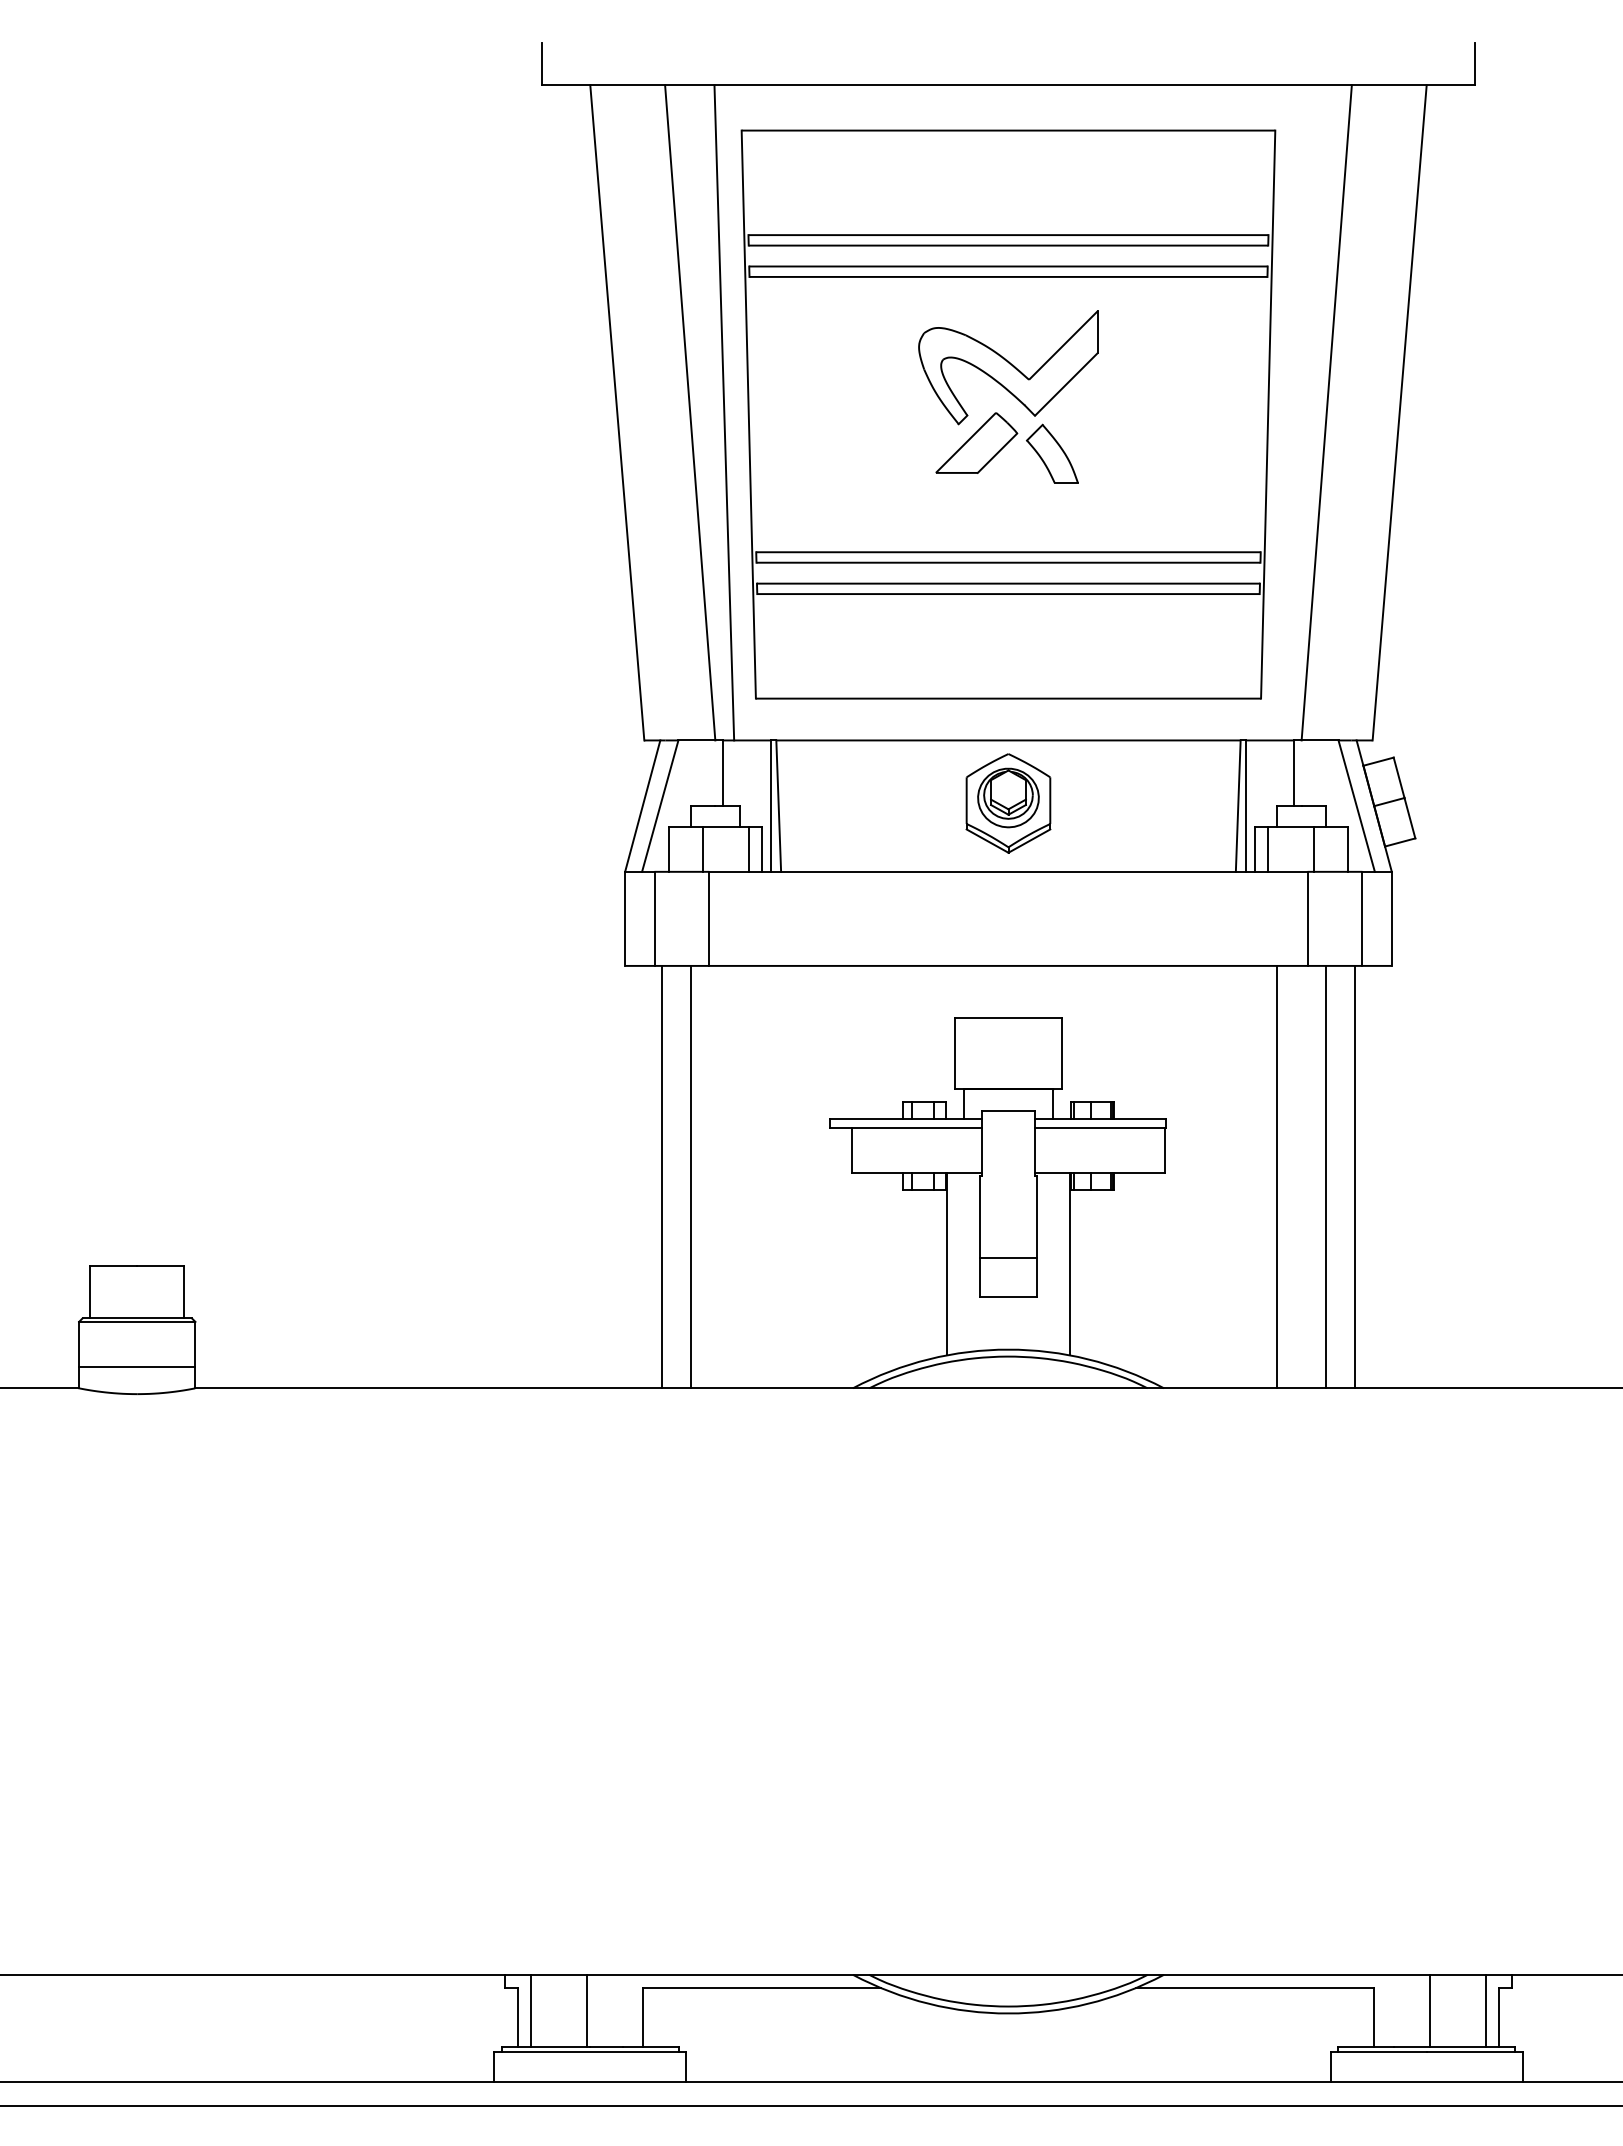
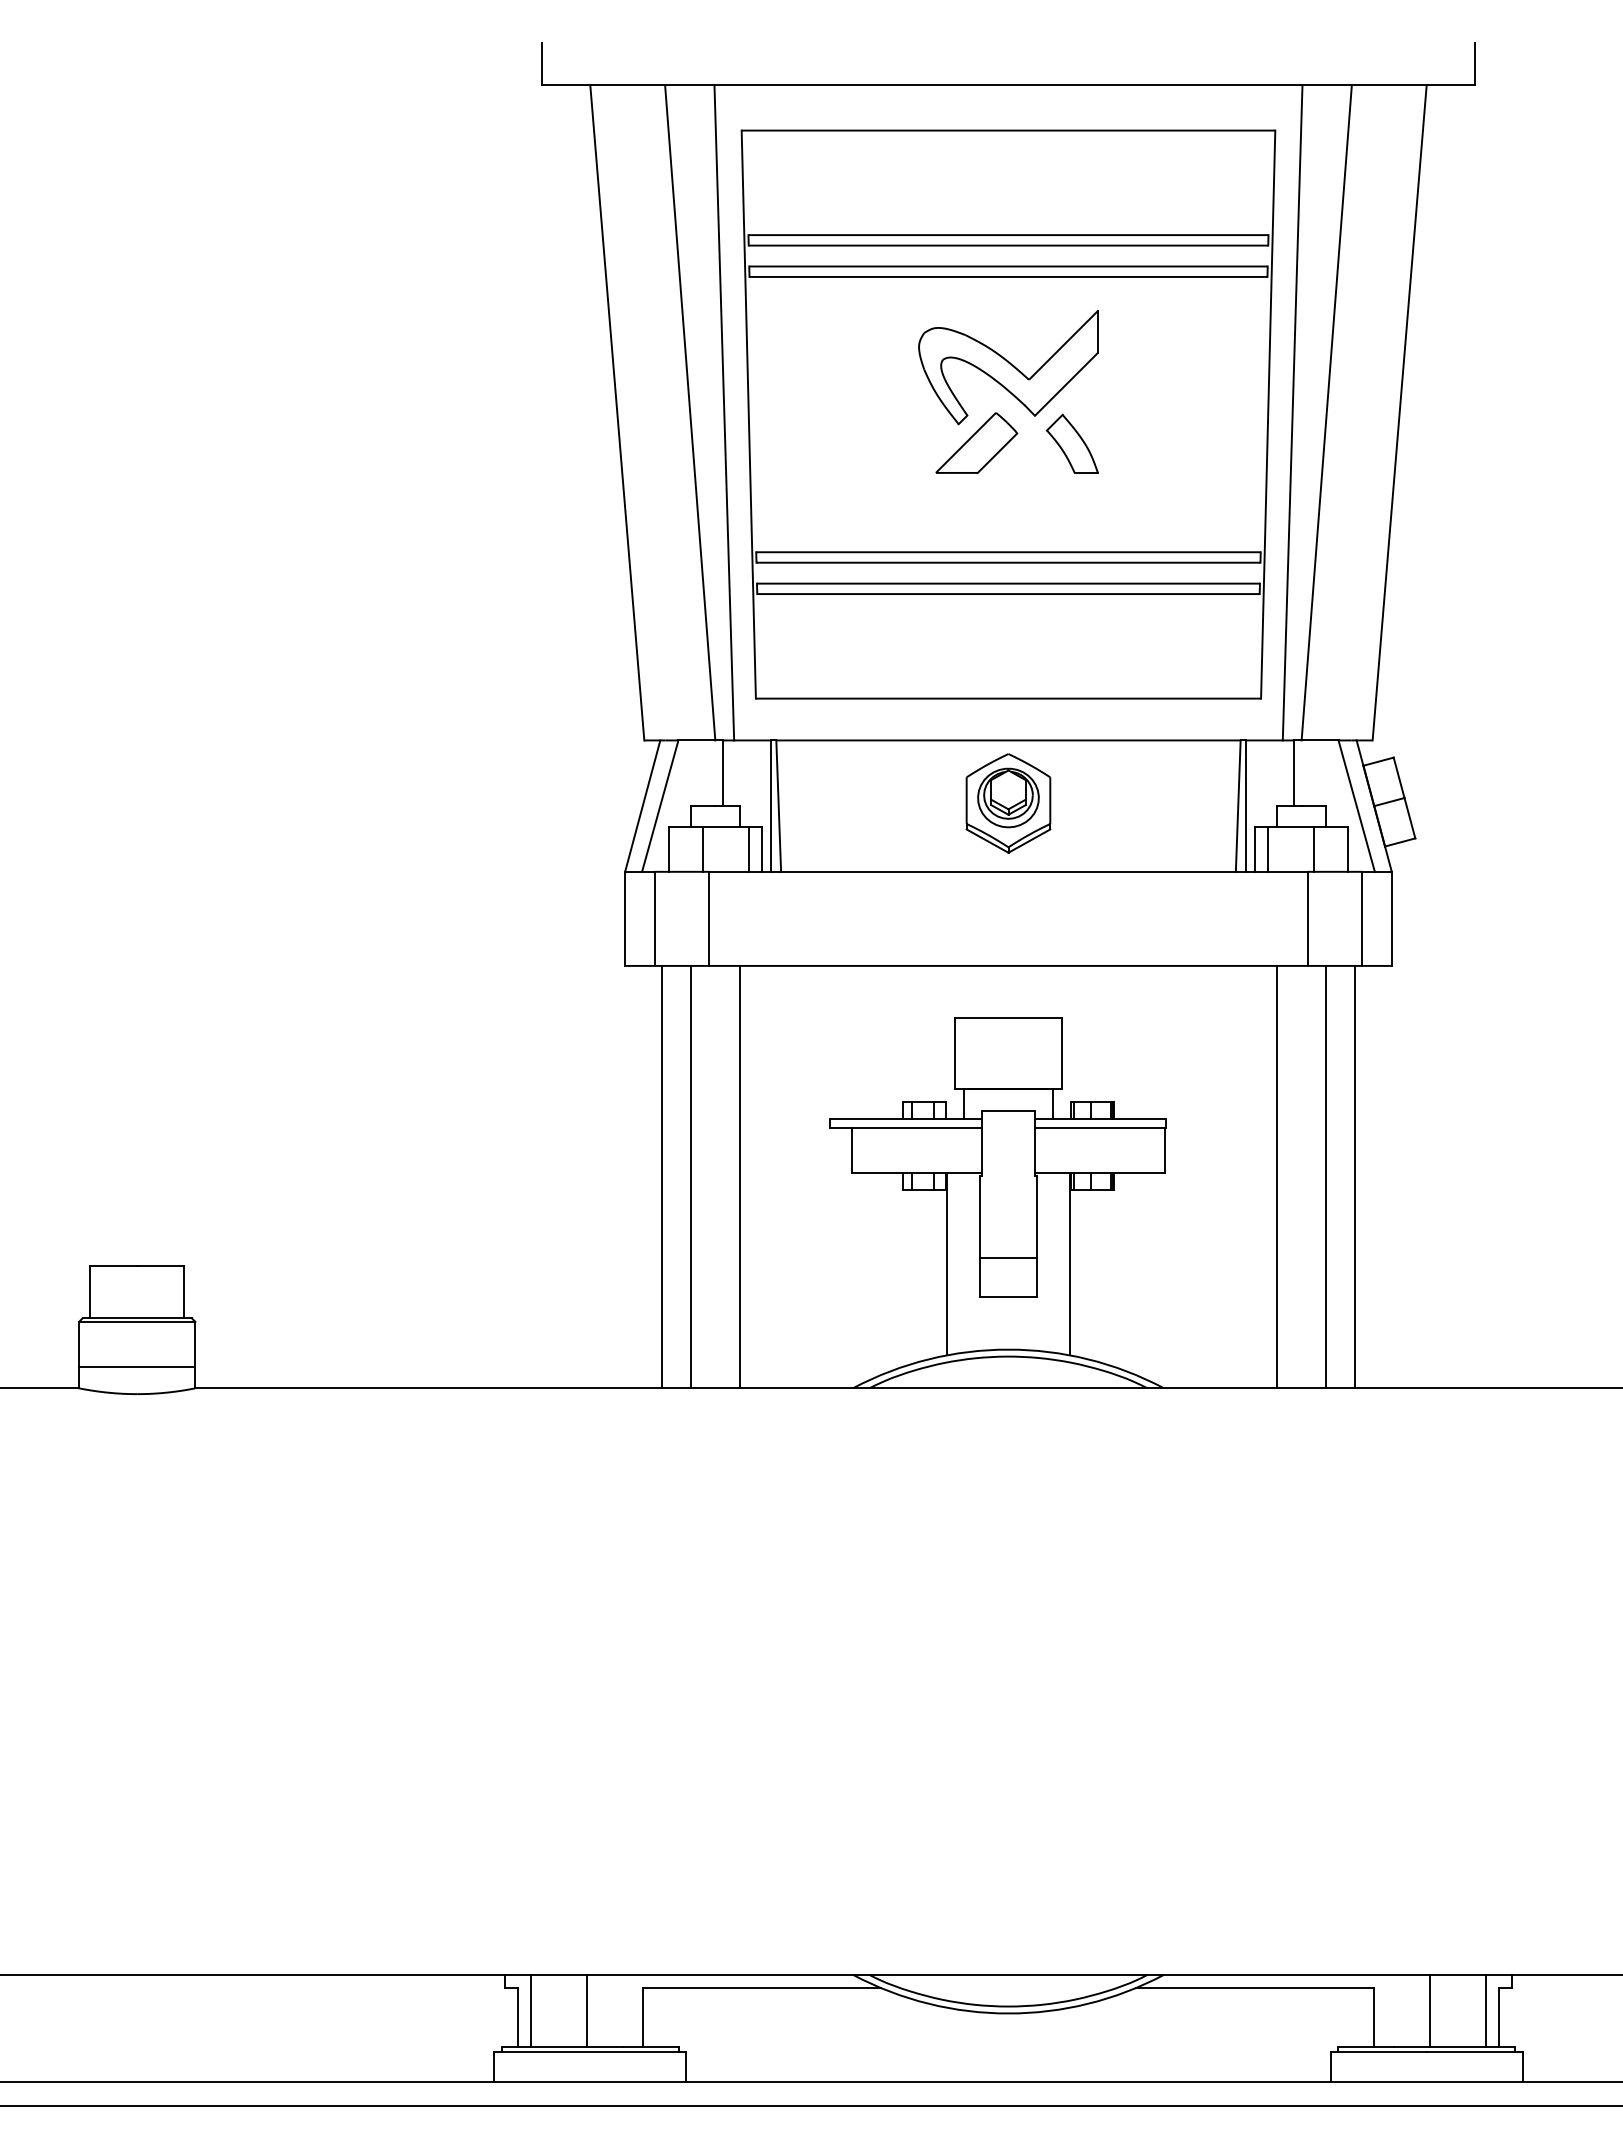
line at (1292, 412): none -> present
part at (1052, 453) position: (1052, 453) -> (1072, 443)
line at (739, 1176): none -> present
